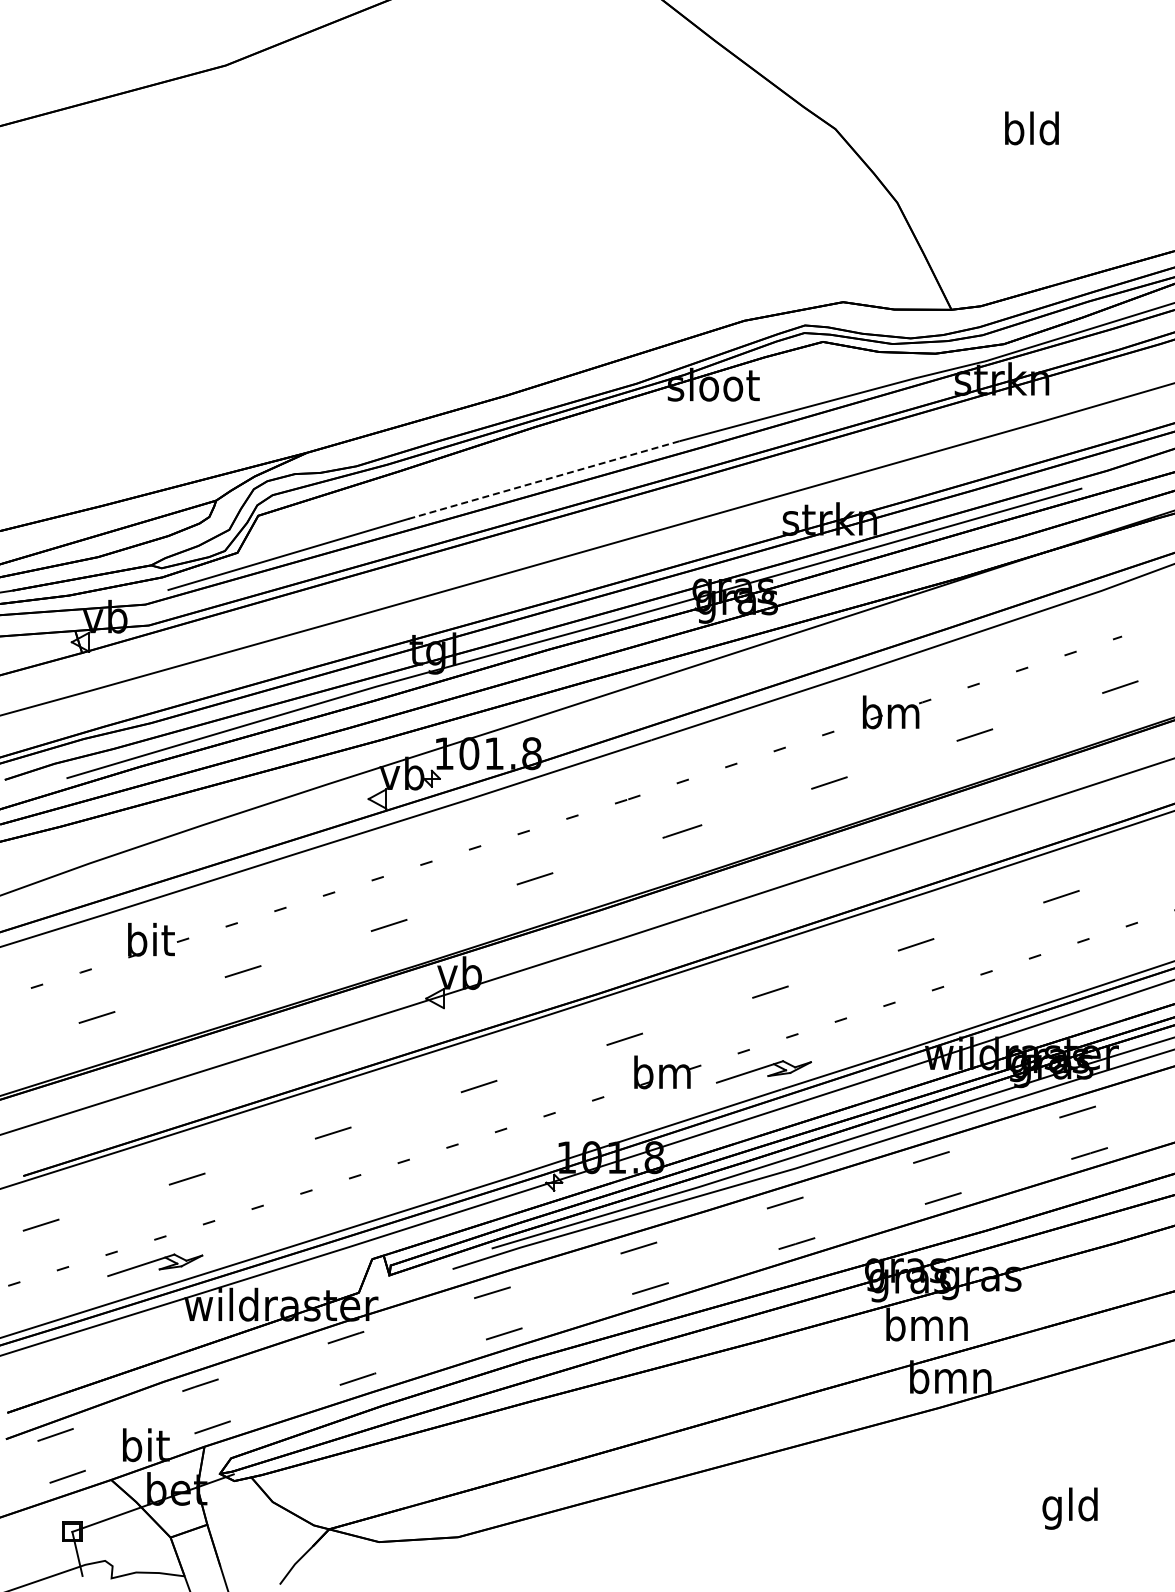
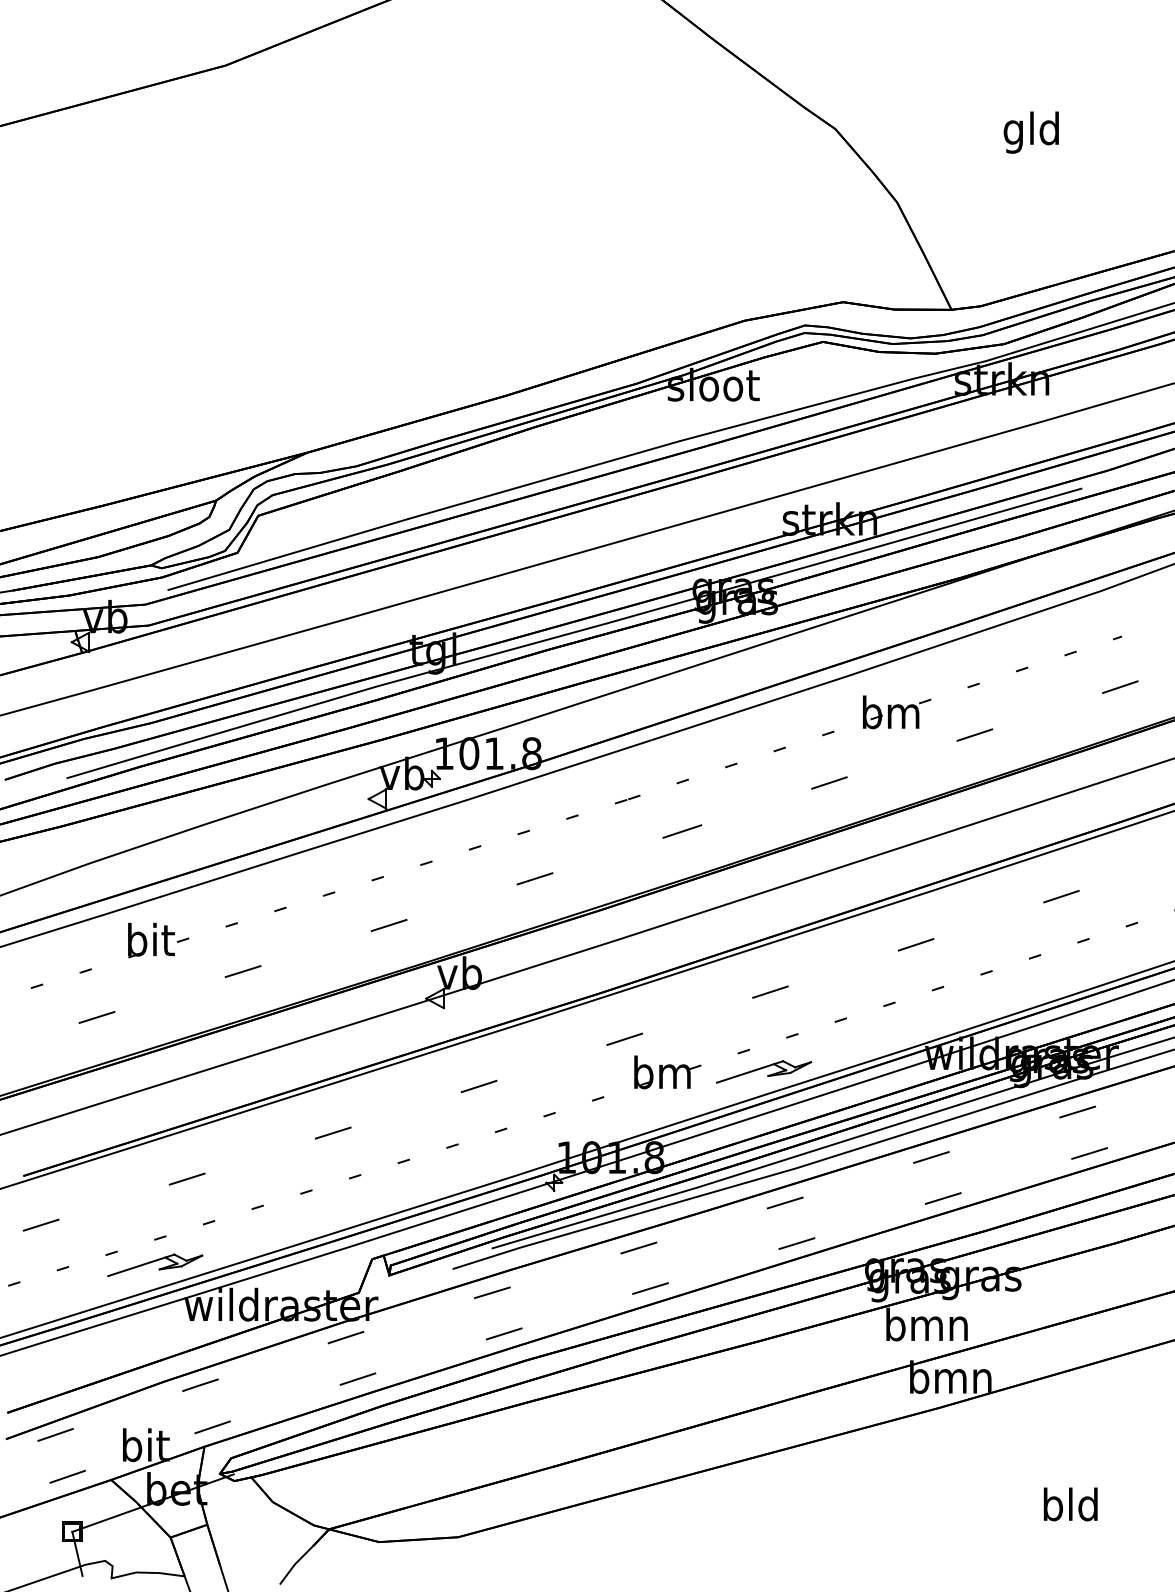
text at (1013, 132): bld -> gld
line at (543, 480): dashed -> solid
text at (1052, 1508): gld -> bld
